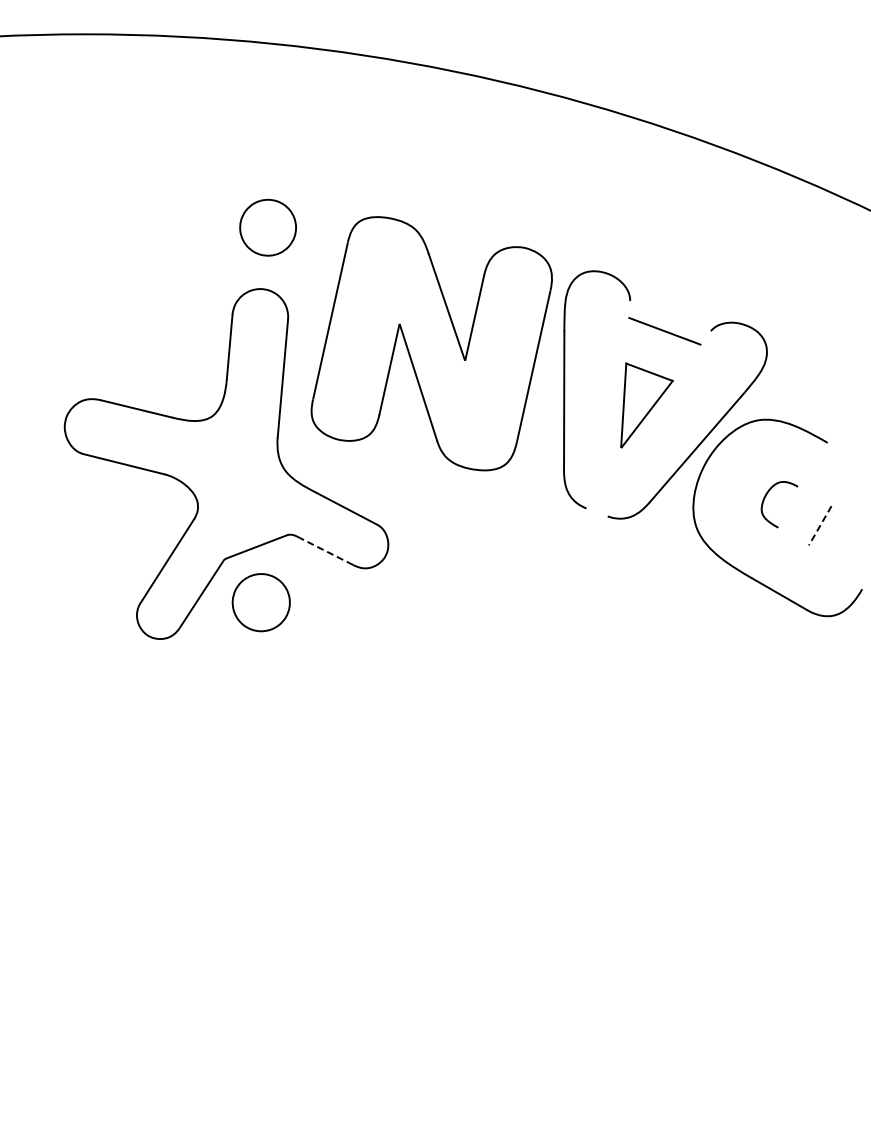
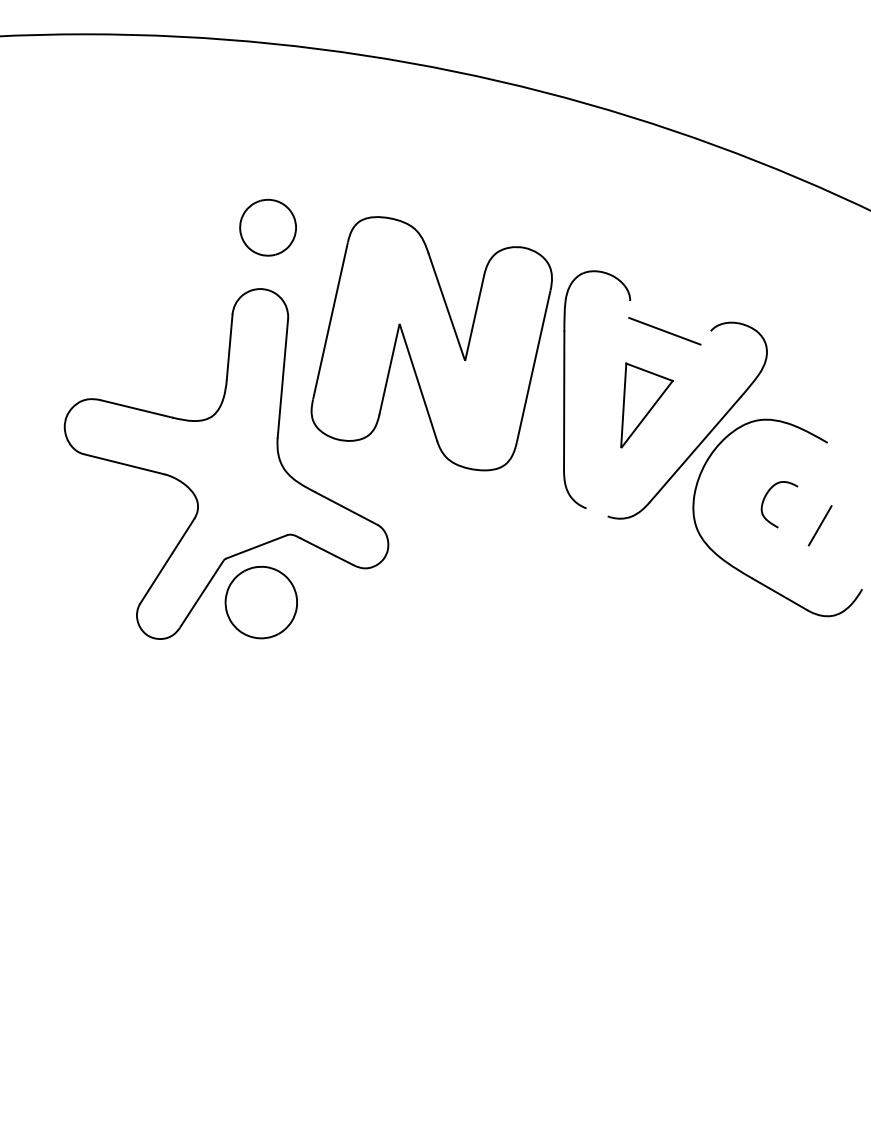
line at (820, 525): dashed -> solid
line at (326, 551): dashed -> solid
part at (260, 602) size: 60x60 px -> 74x74 px
